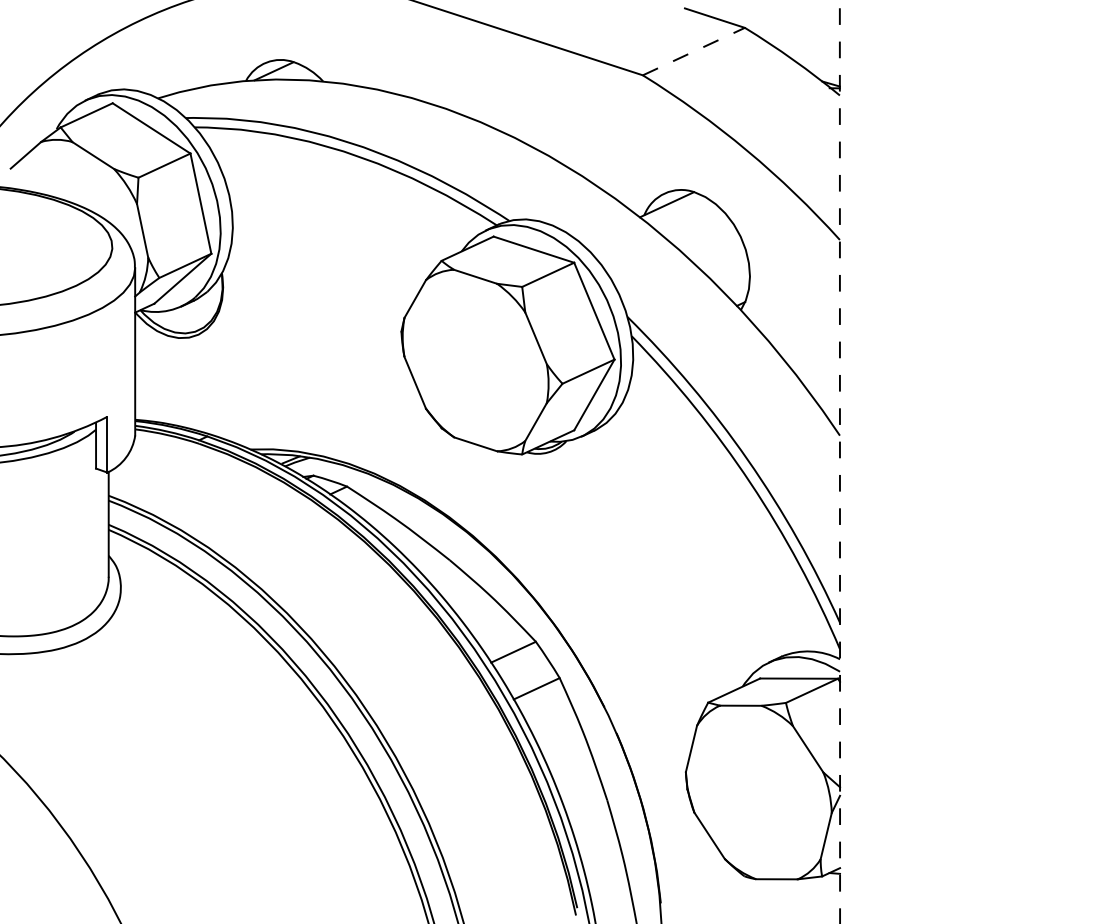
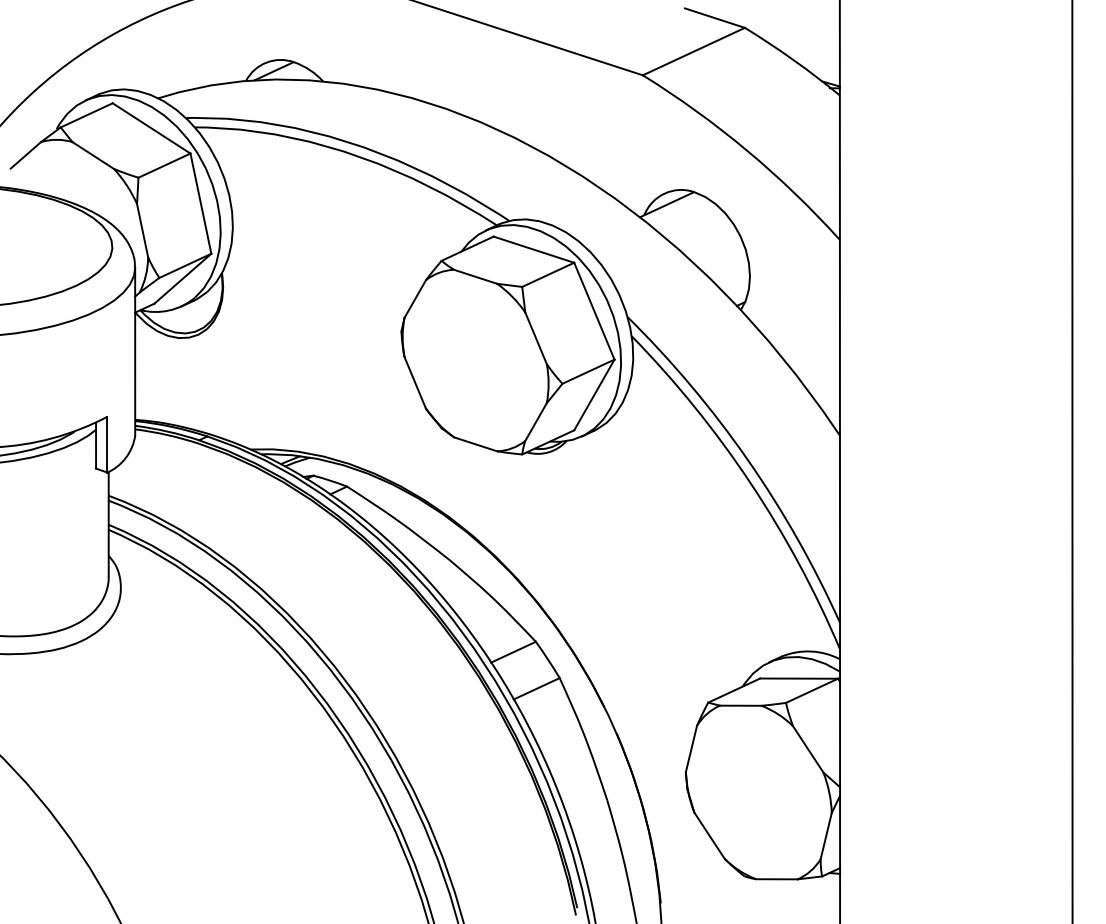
line at (694, 51): dashed -> solid
line at (1072, 461): none -> present
line at (839, 462): dashed -> solid
